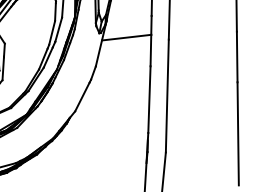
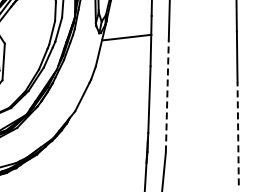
line at (167, 95): solid -> dashed
line at (238, 133): solid -> dashed
